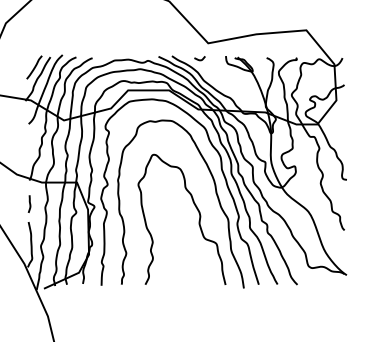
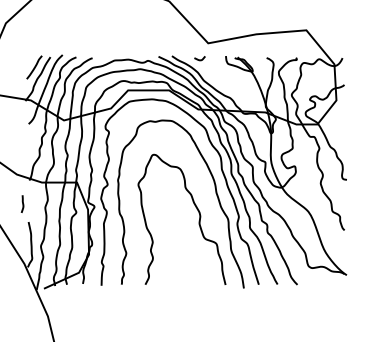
curve at (29, 203) position: (29, 203) -> (22, 203)
